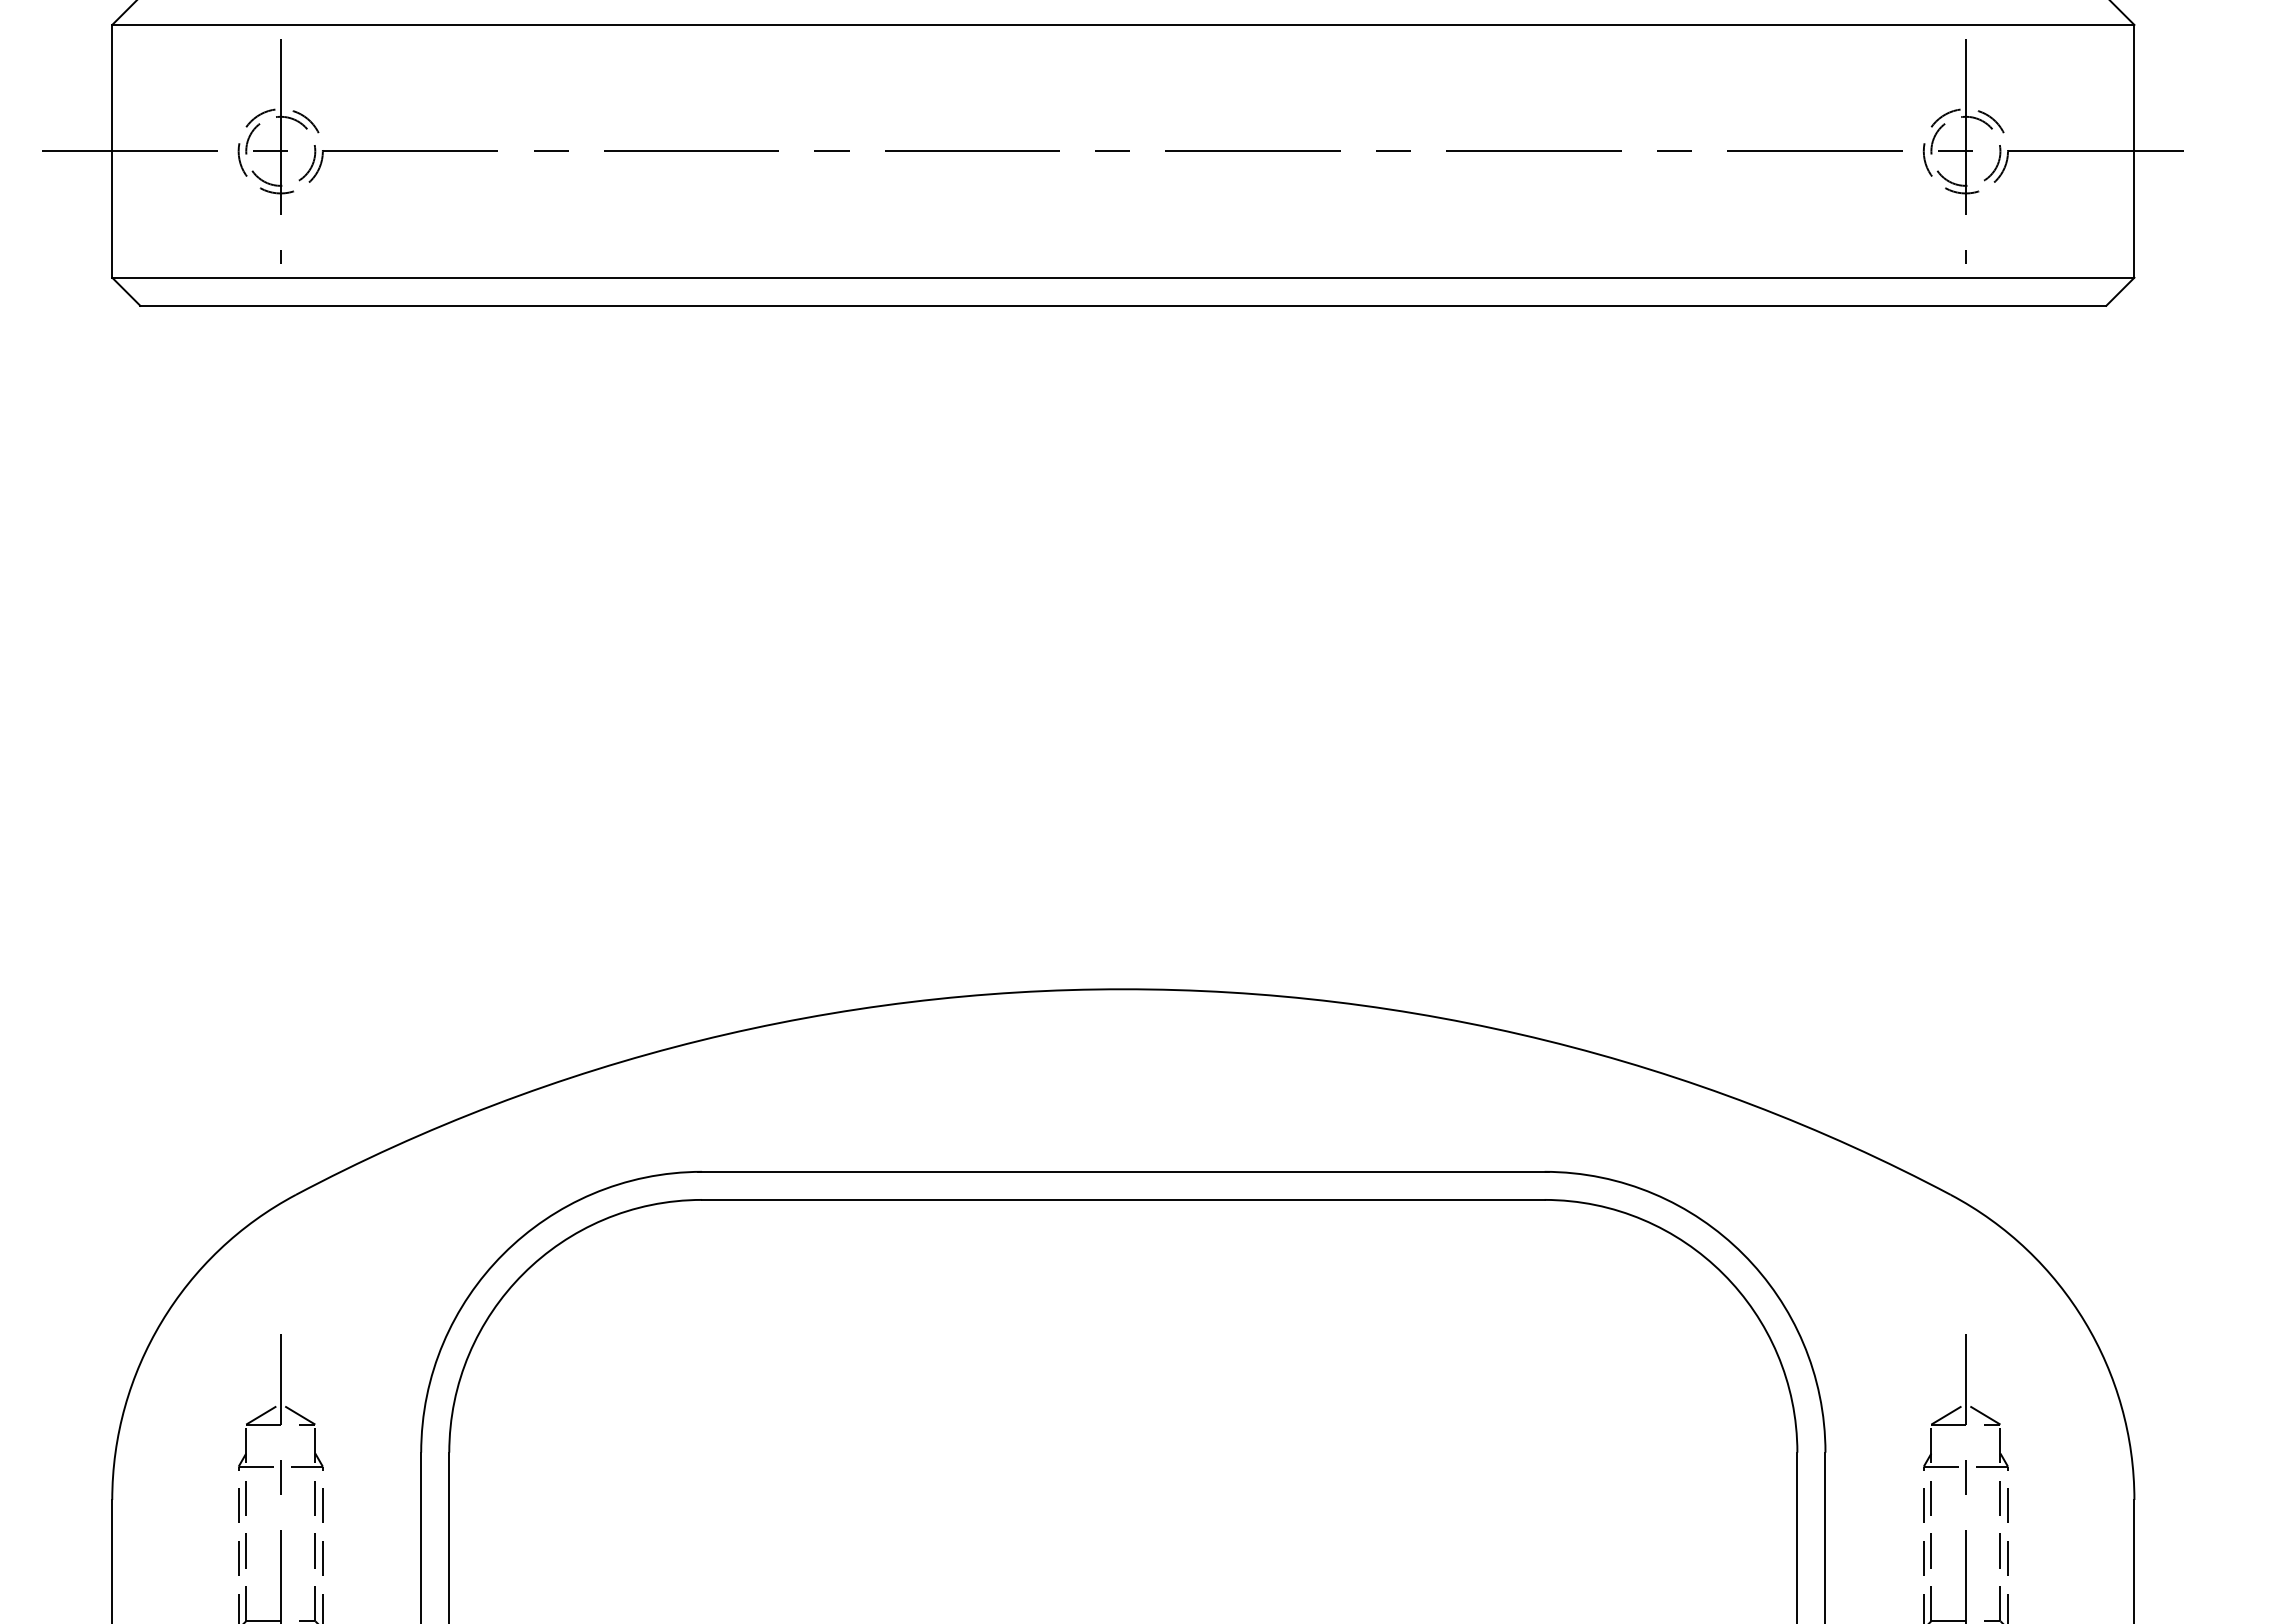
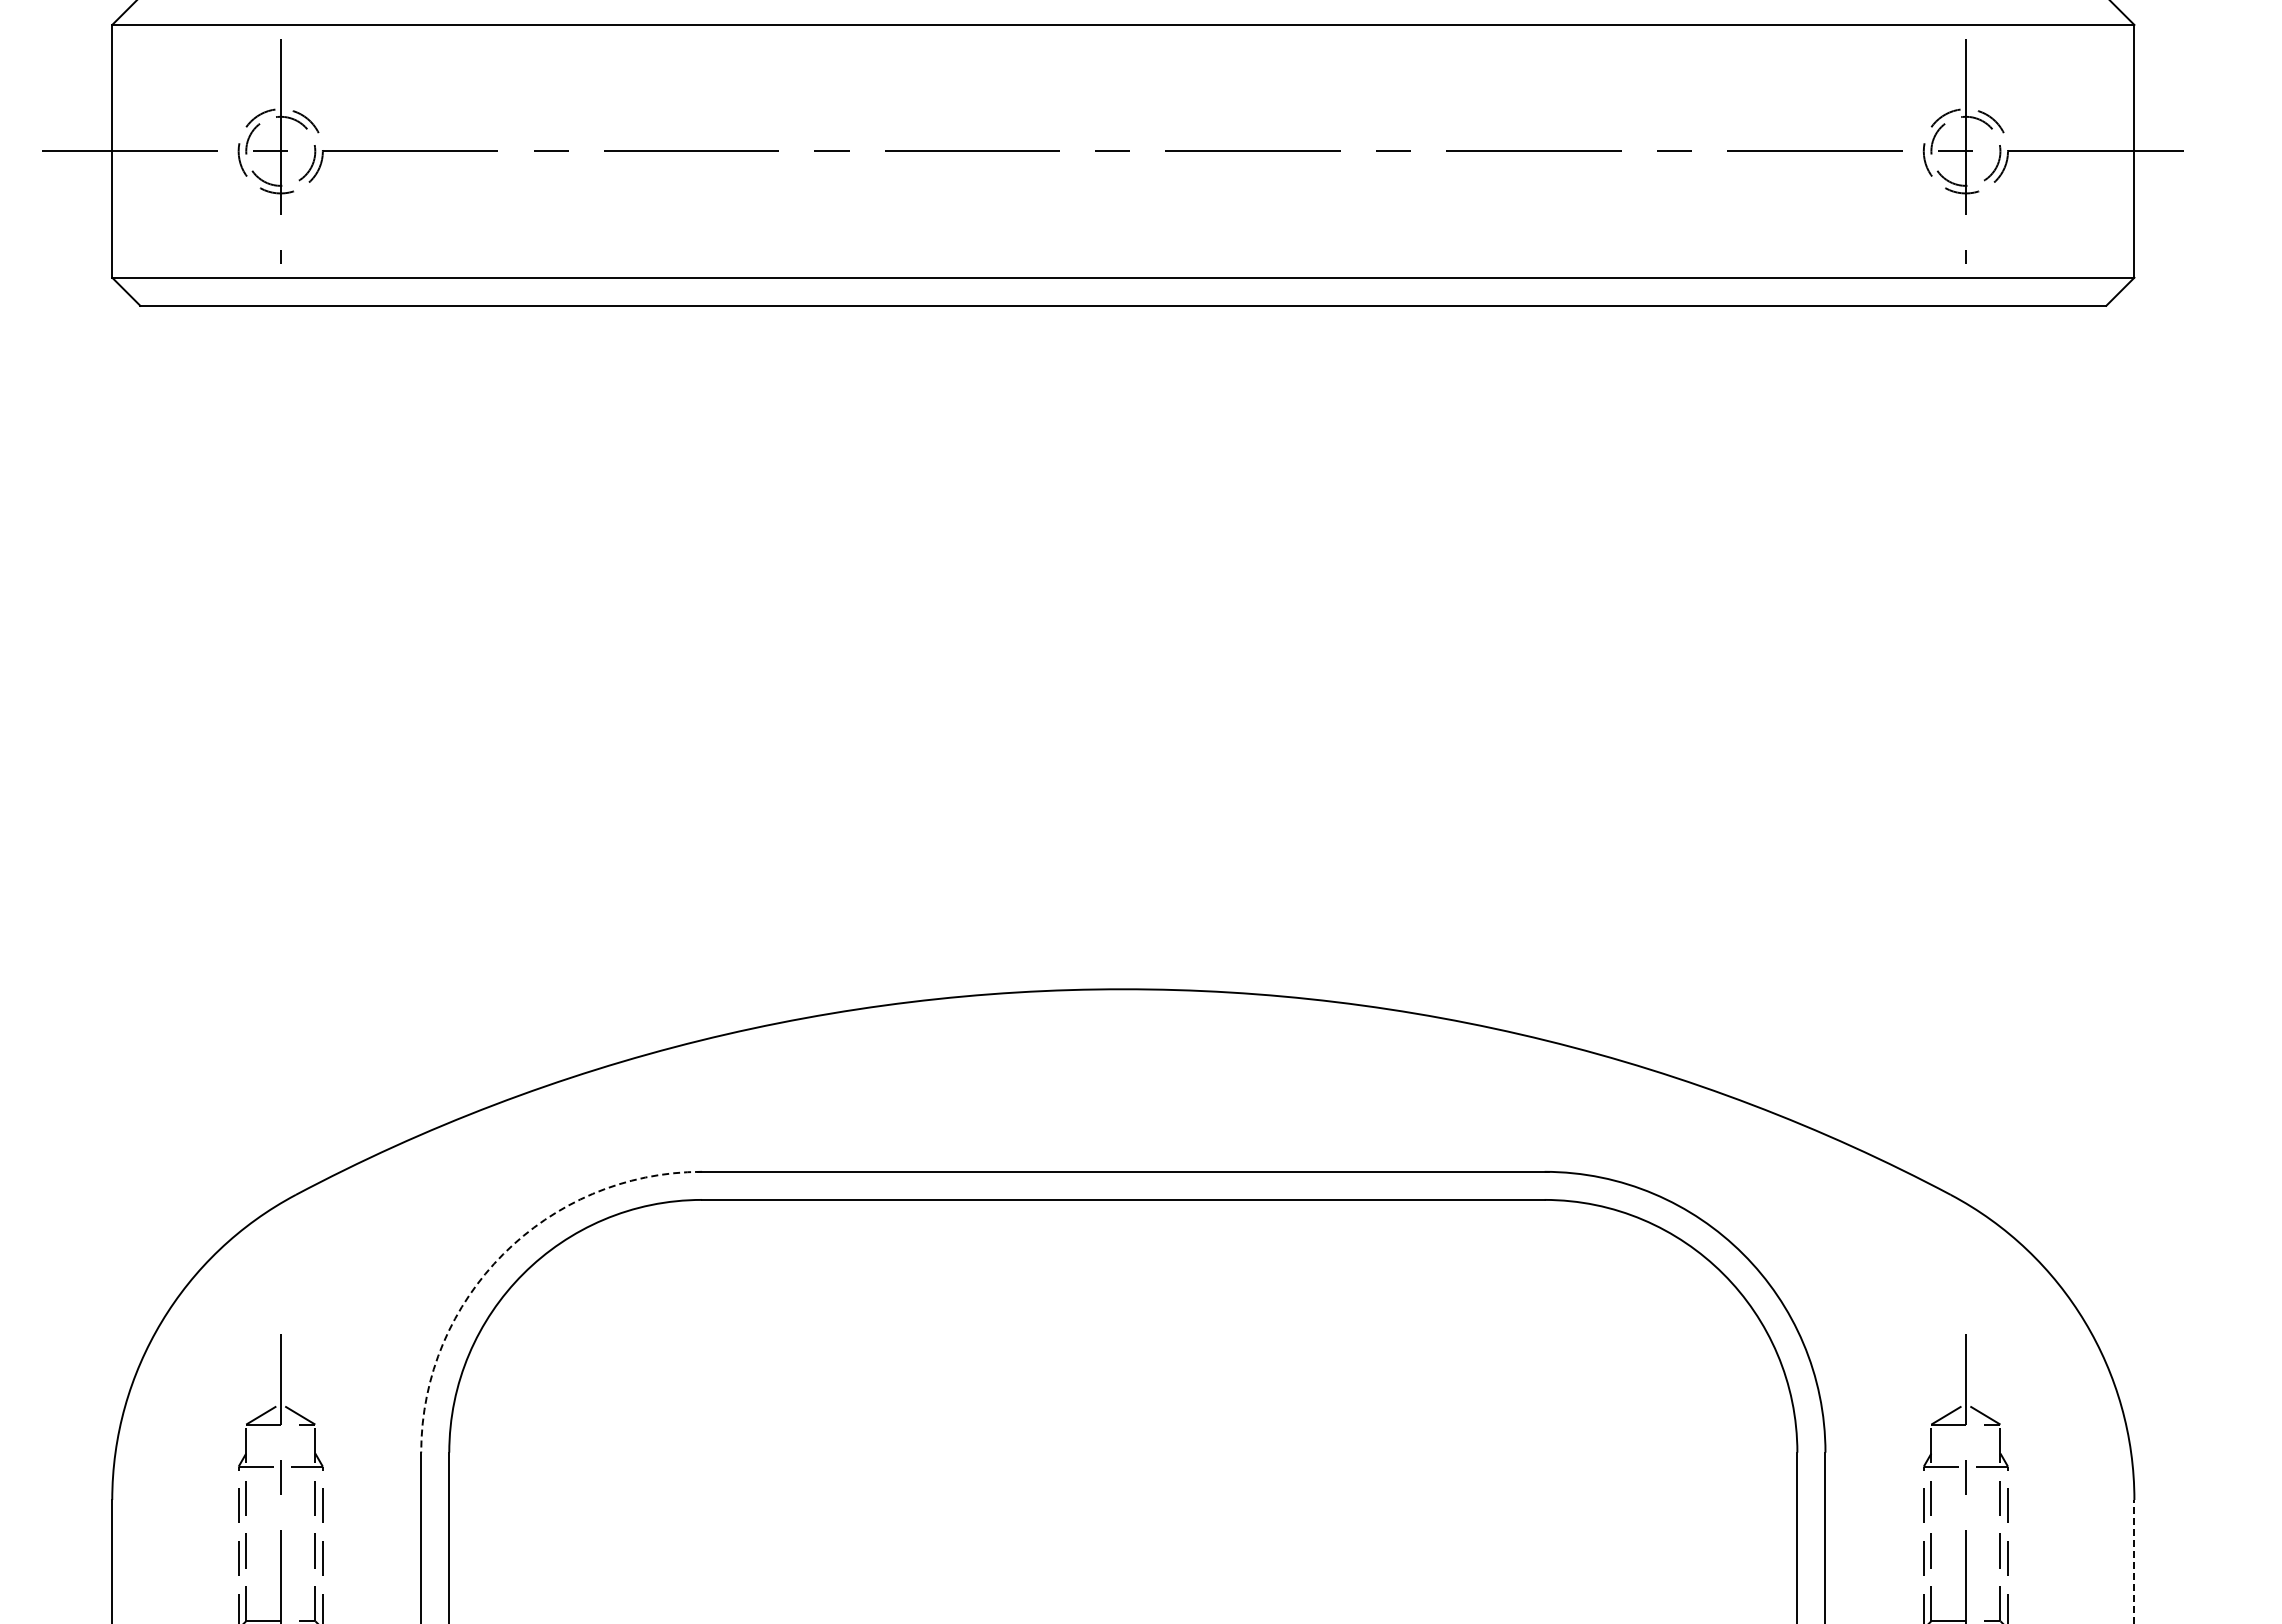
arc at (503, 1254): solid -> dashed
line at (2134, 1561): solid -> dashed
